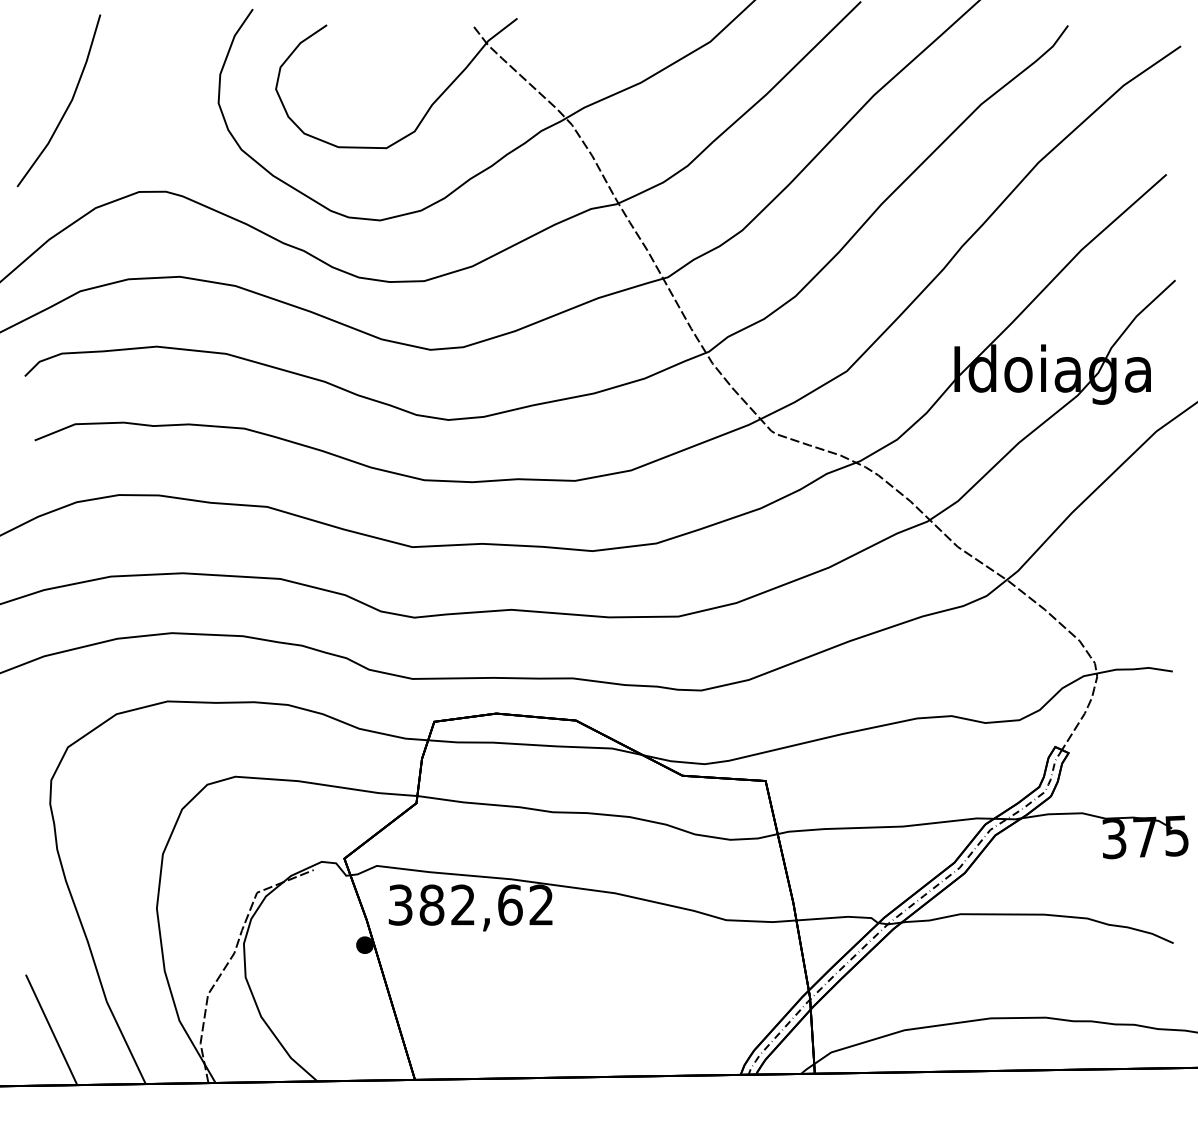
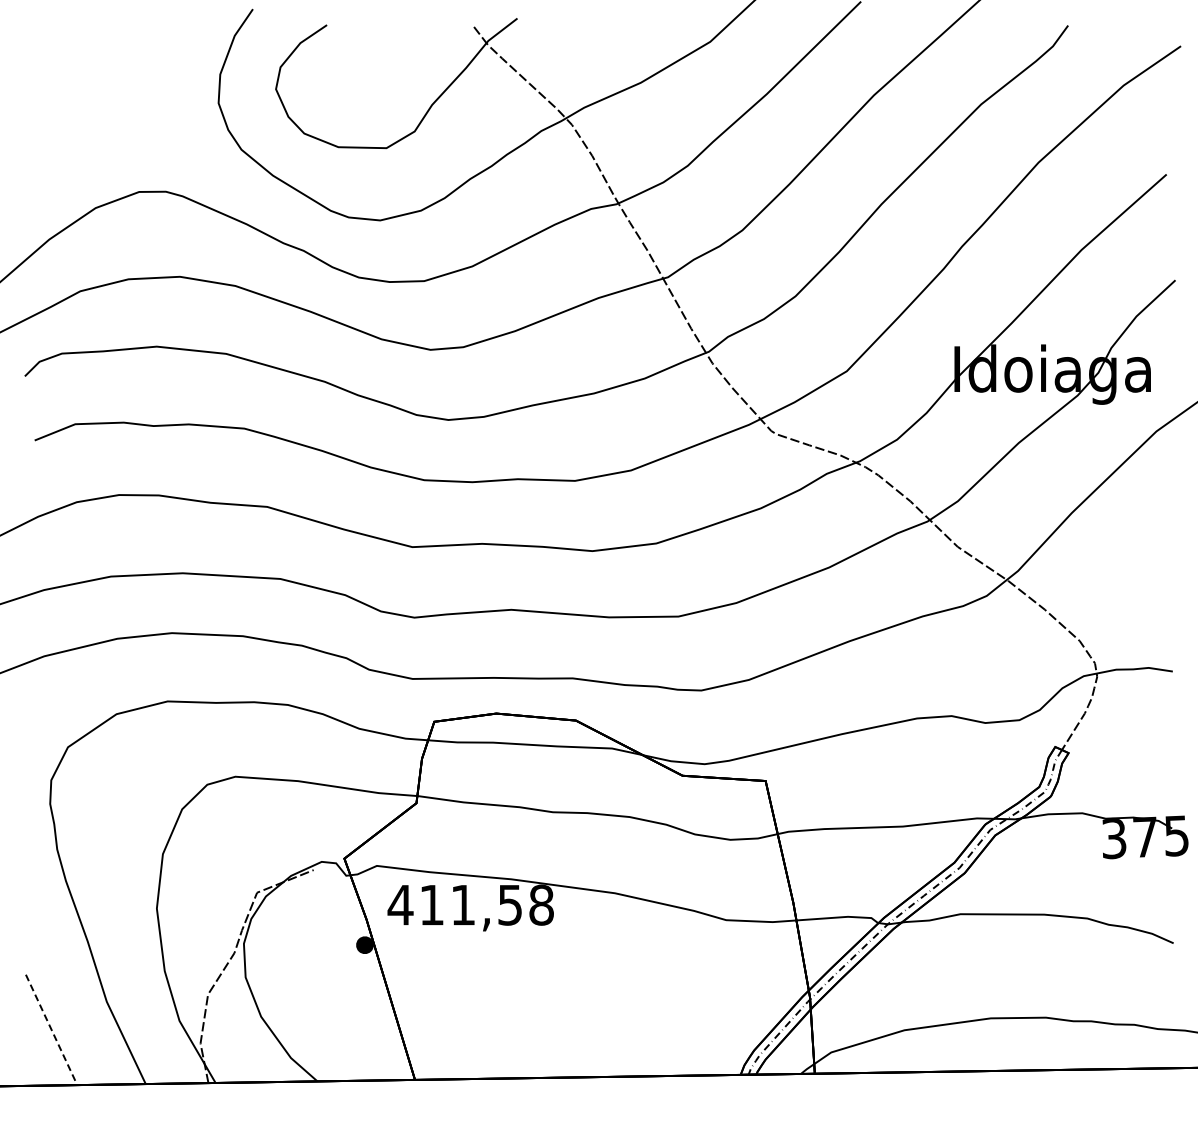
line at (68, 104): present -> none
text at (470, 904): 382,62 -> 411,58
line at (51, 1029): solid -> dashed
